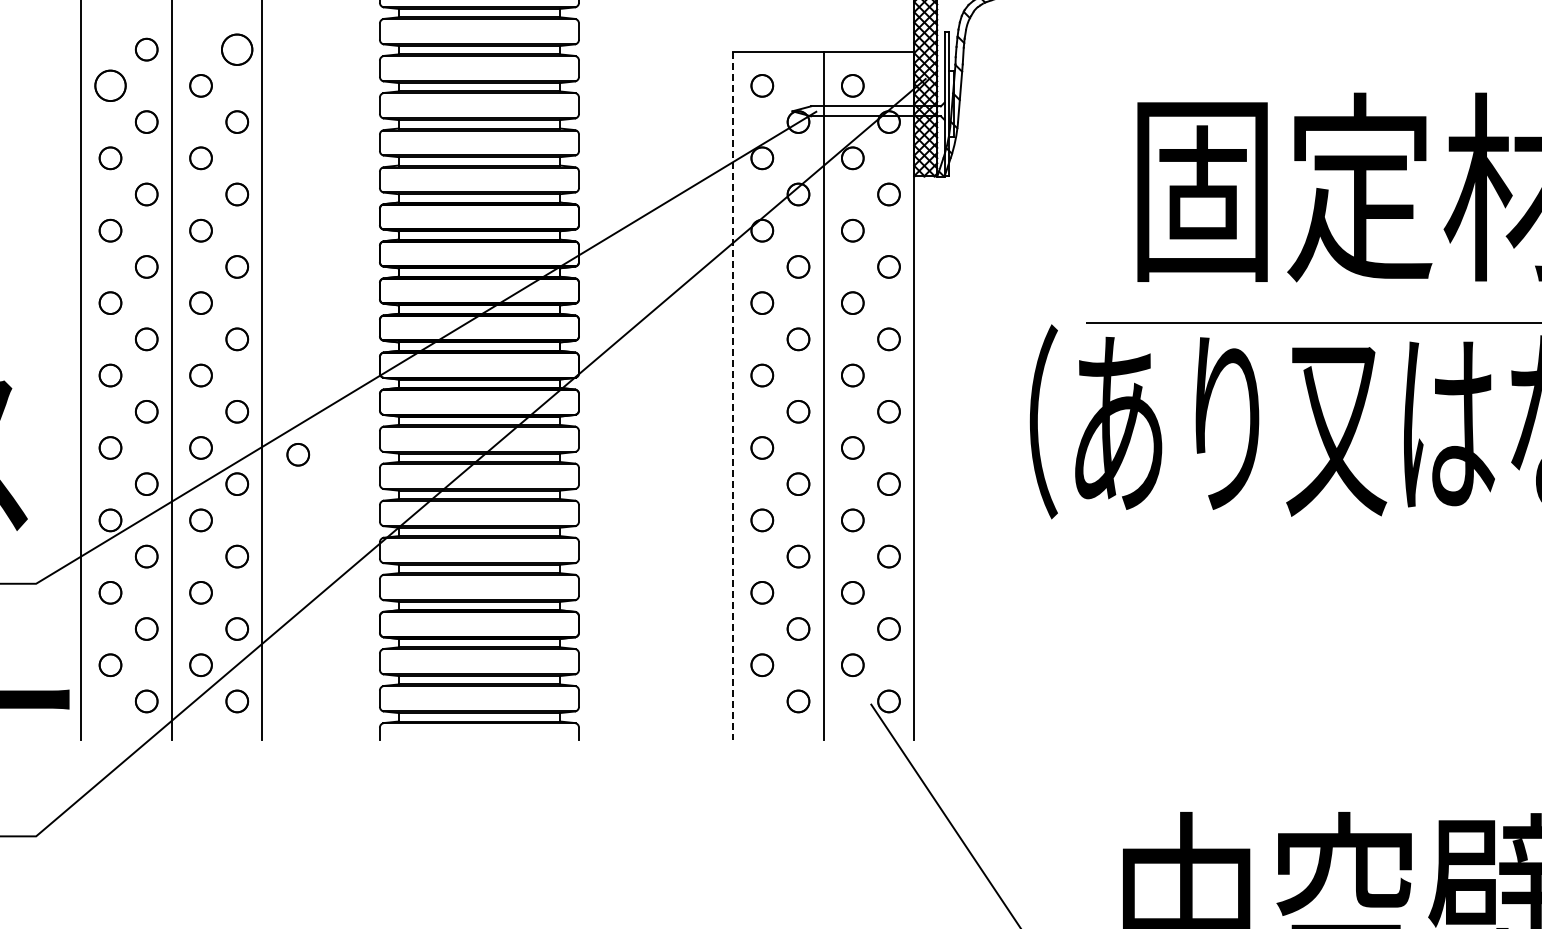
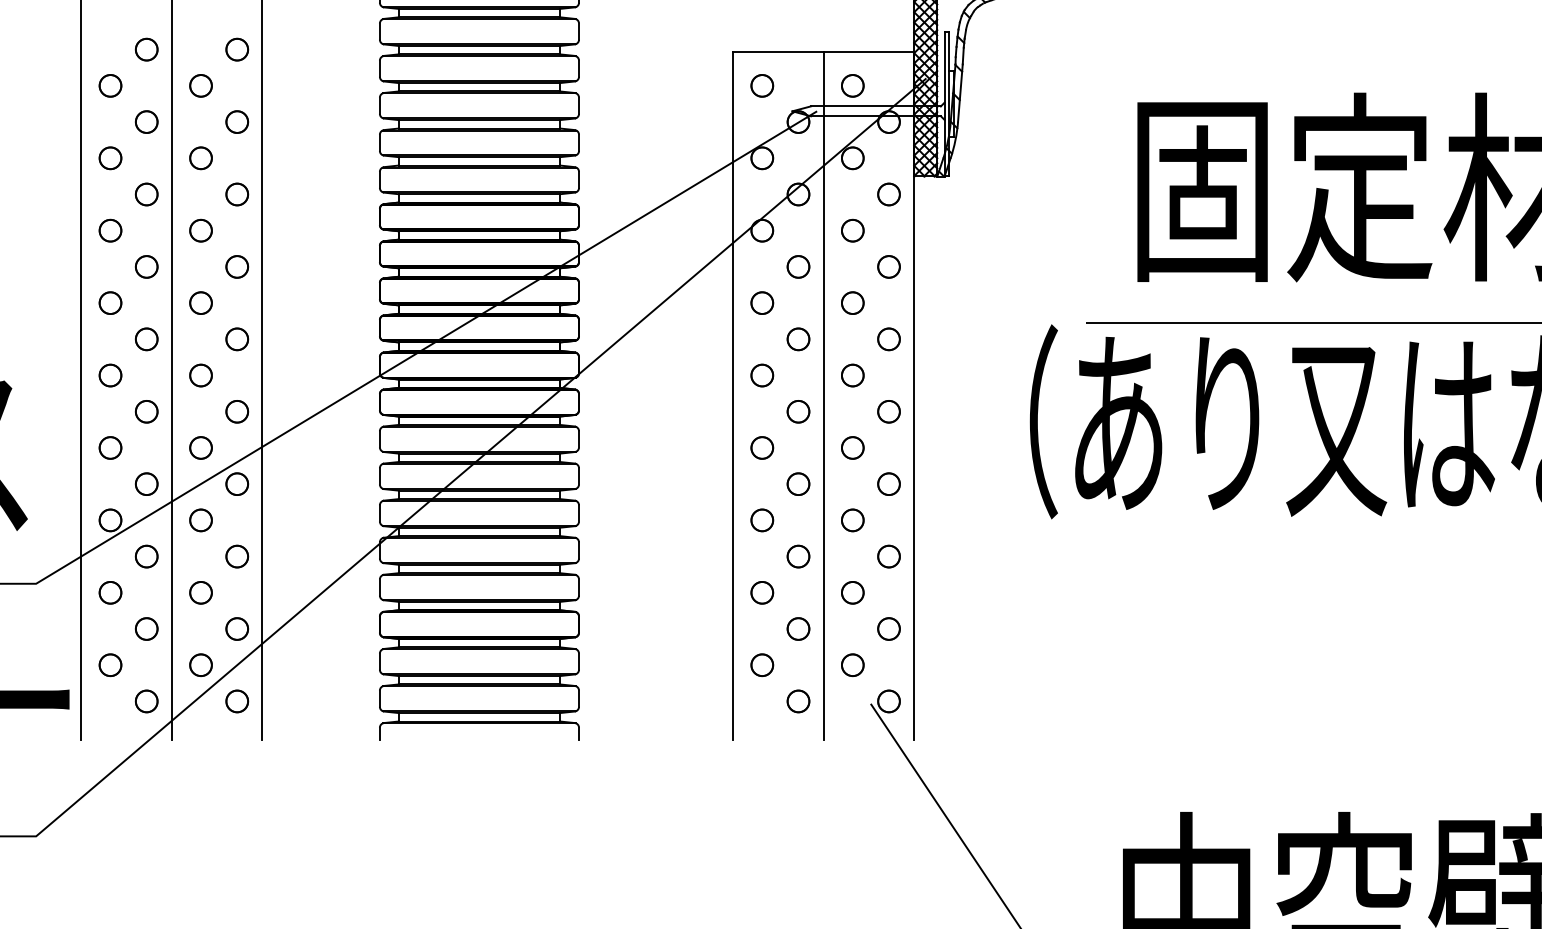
part at (237, 49) size: 33x33 px -> 25x25 px
part at (110, 85) size: 33x33 px -> 25x24 px
line at (733, 395): dashed -> solid
part at (298, 454): present -> none
